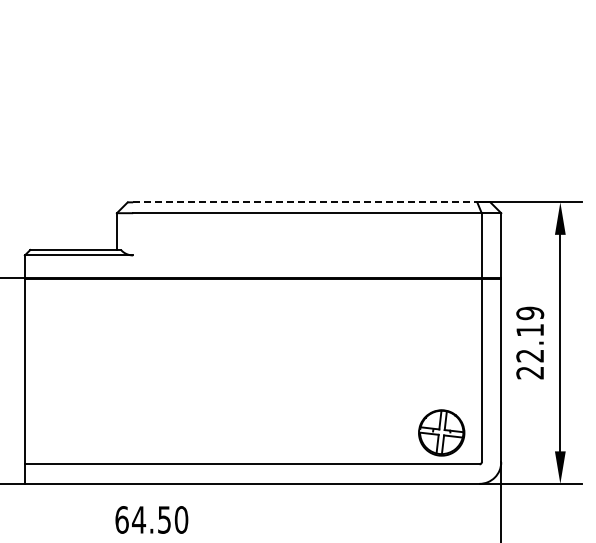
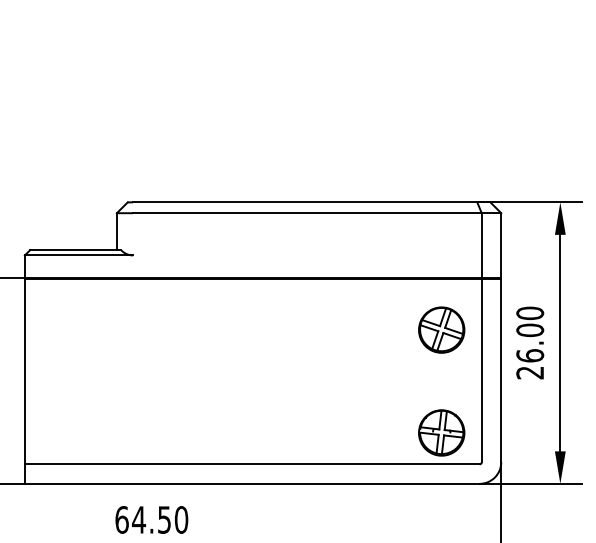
line at (305, 202): dashed -> solid
part at (441, 329): none -> present
text at (530, 334): 22.19 -> 26.00
